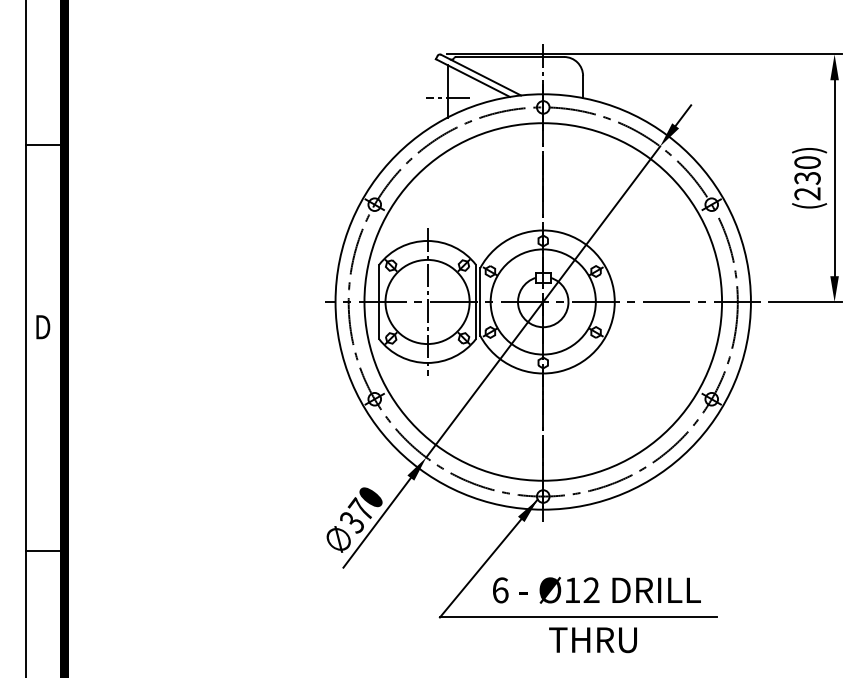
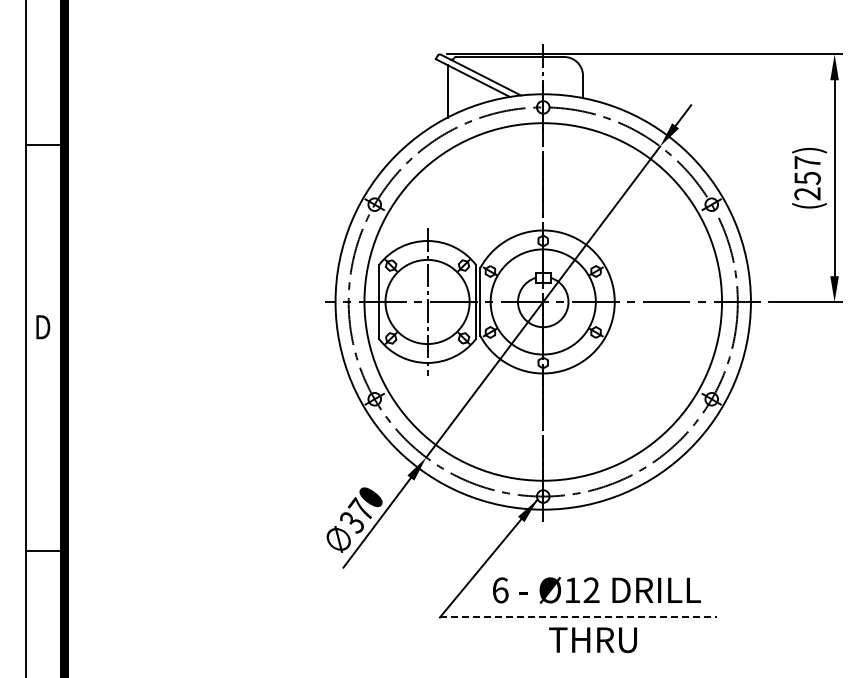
line at (447, 97): present -> none
text at (807, 170): (230) -> (257)
line at (578, 617): solid -> dashed
